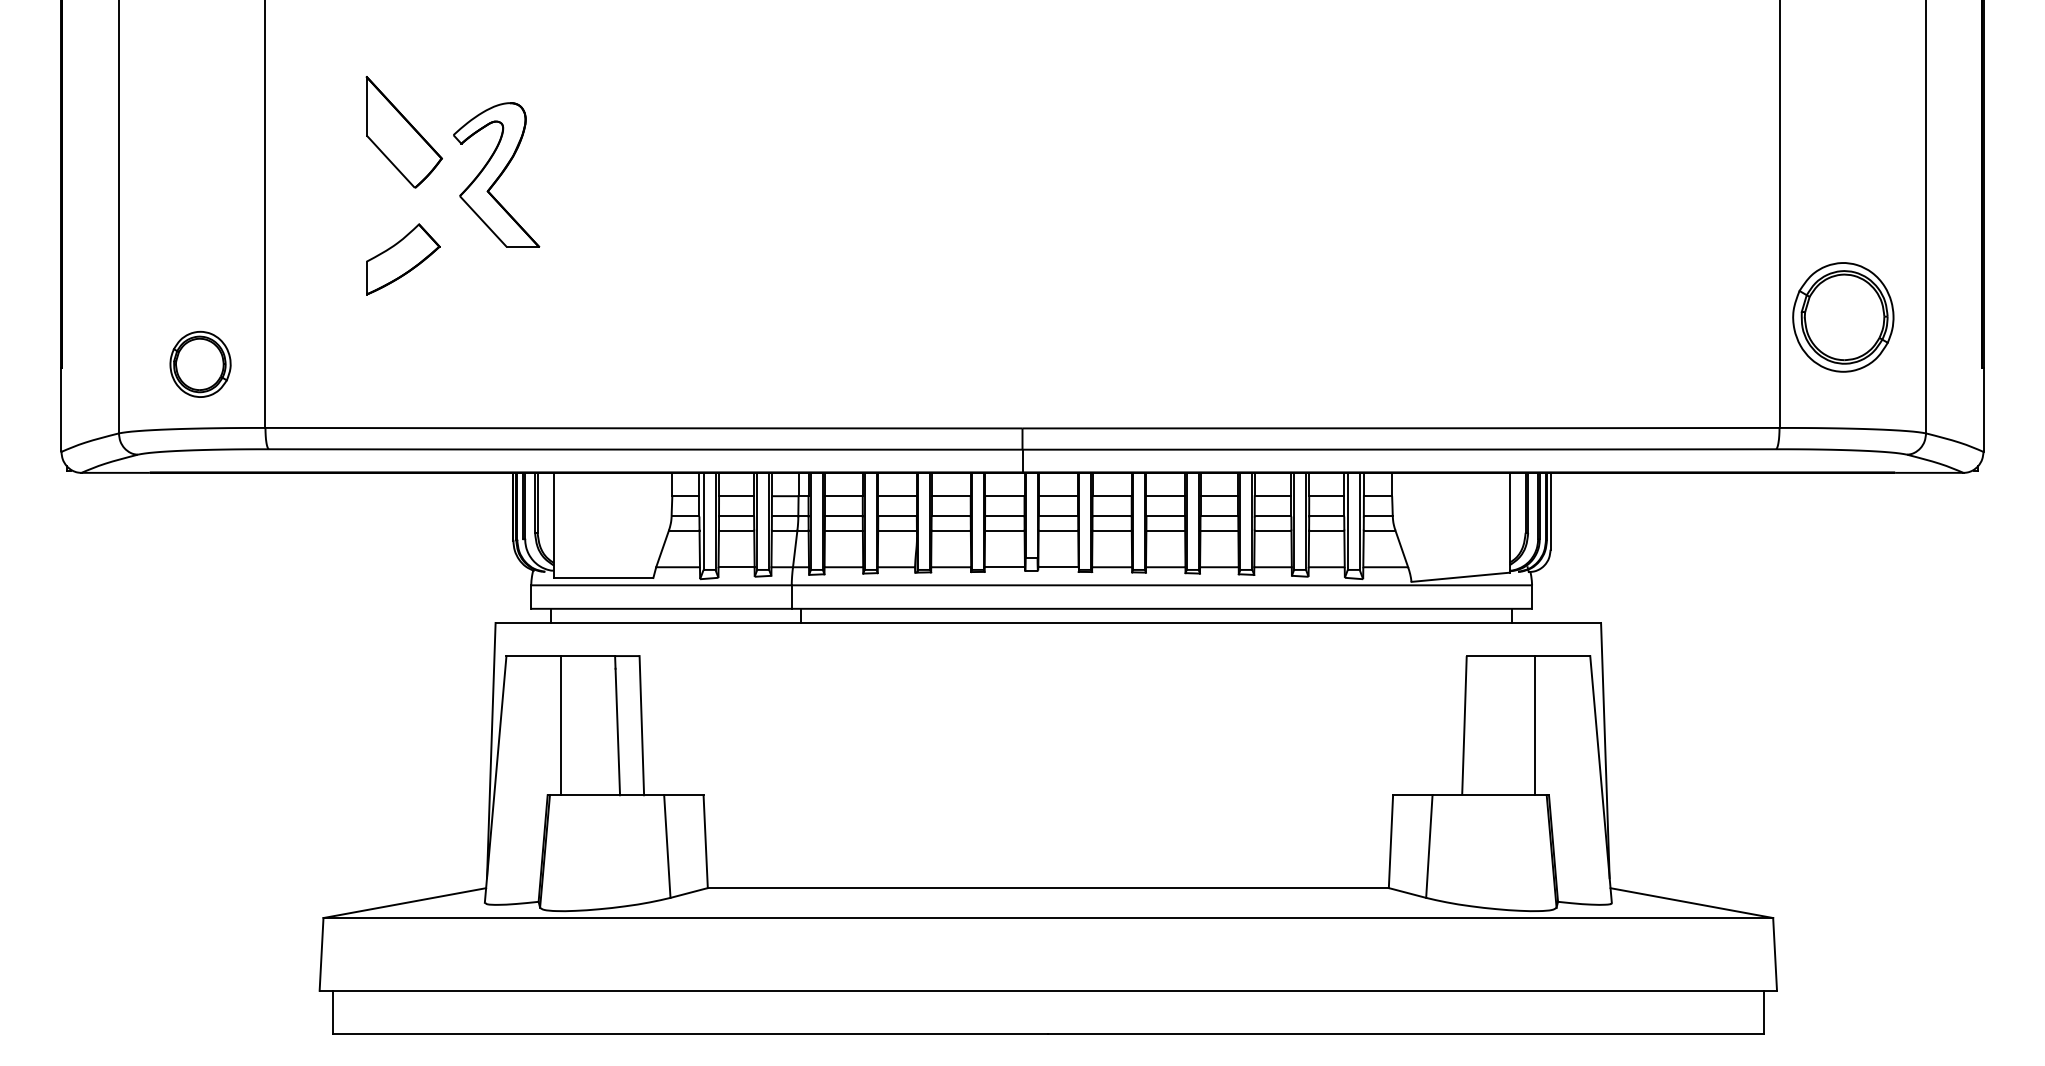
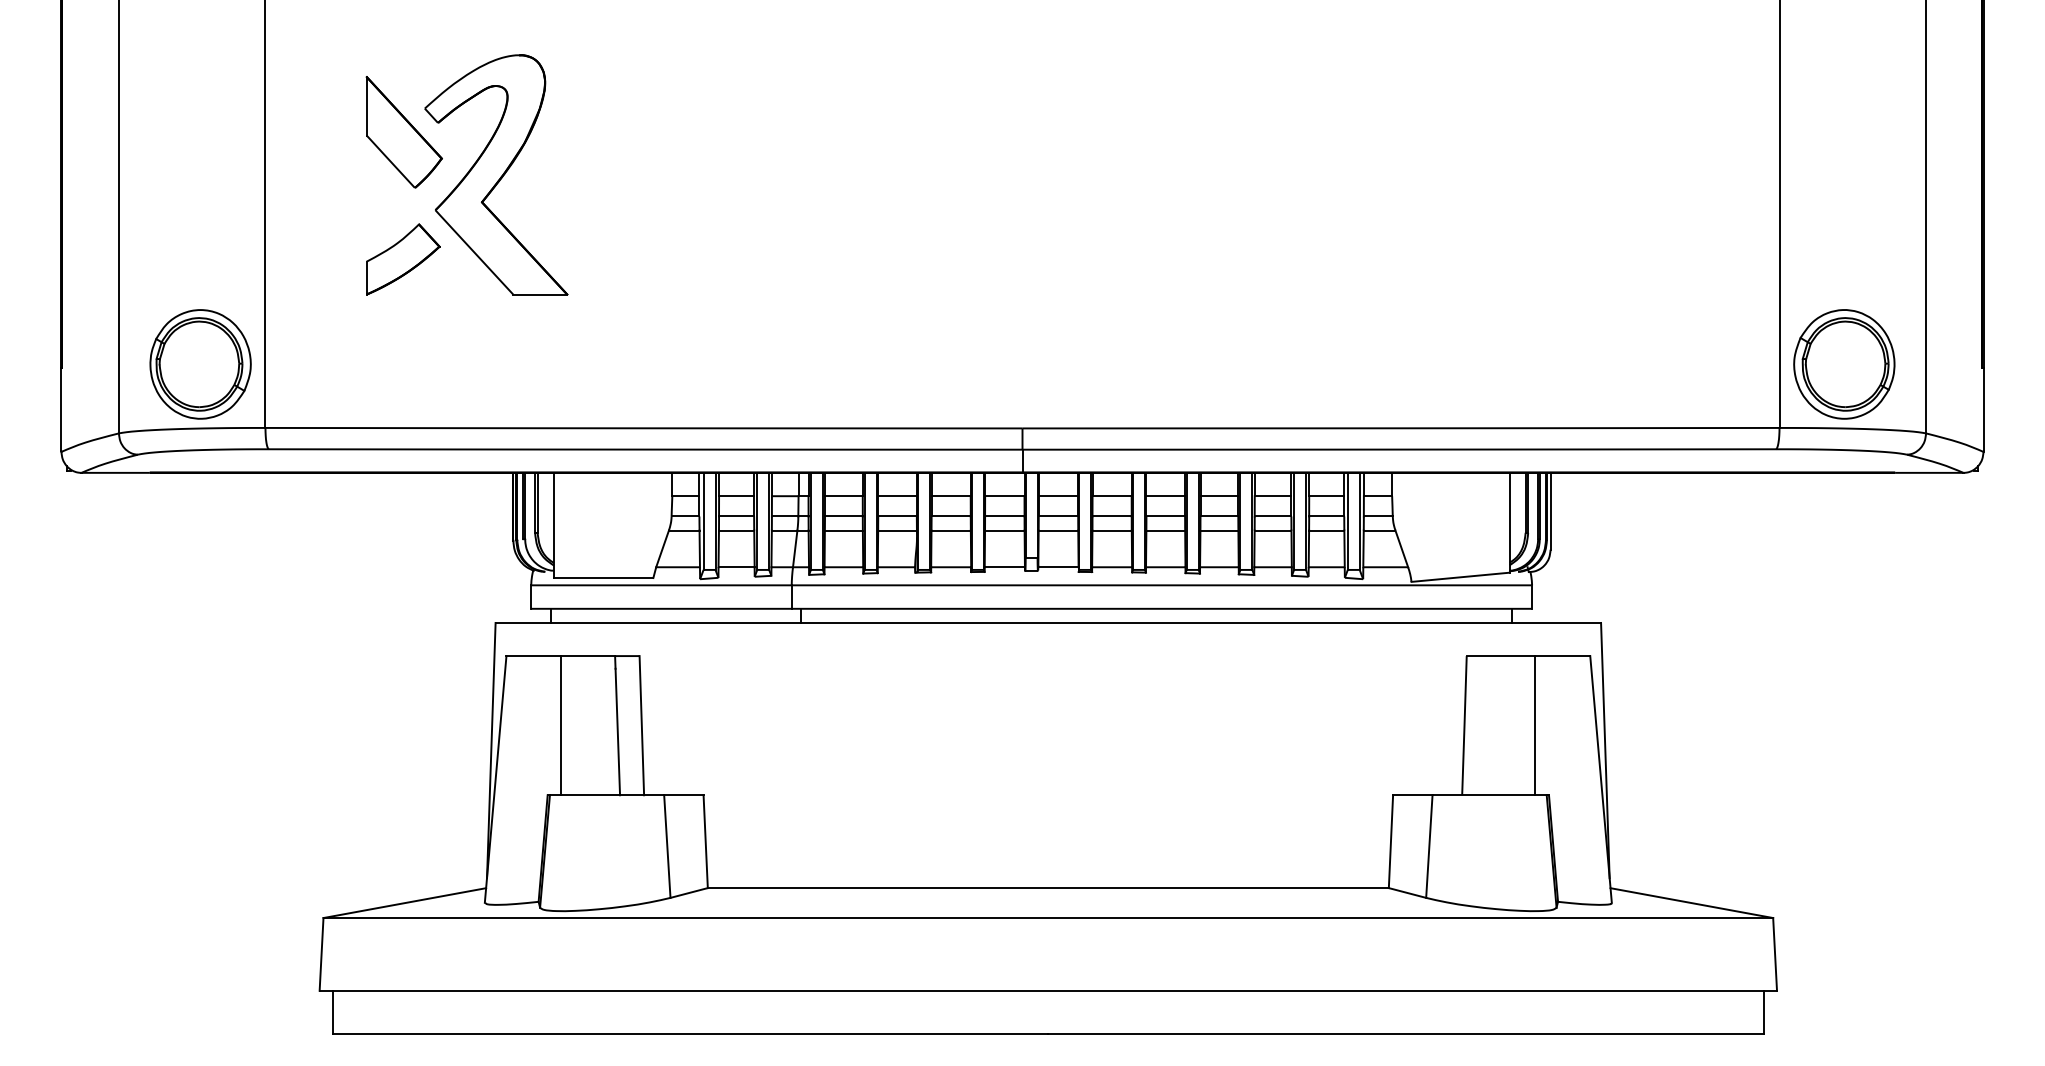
part at (496, 174) size: 88x146 px -> 145x242 px
part at (1843, 317) position: (1843, 317) -> (1844, 364)
part at (200, 363) size: 63x68 px -> 103x111 px
